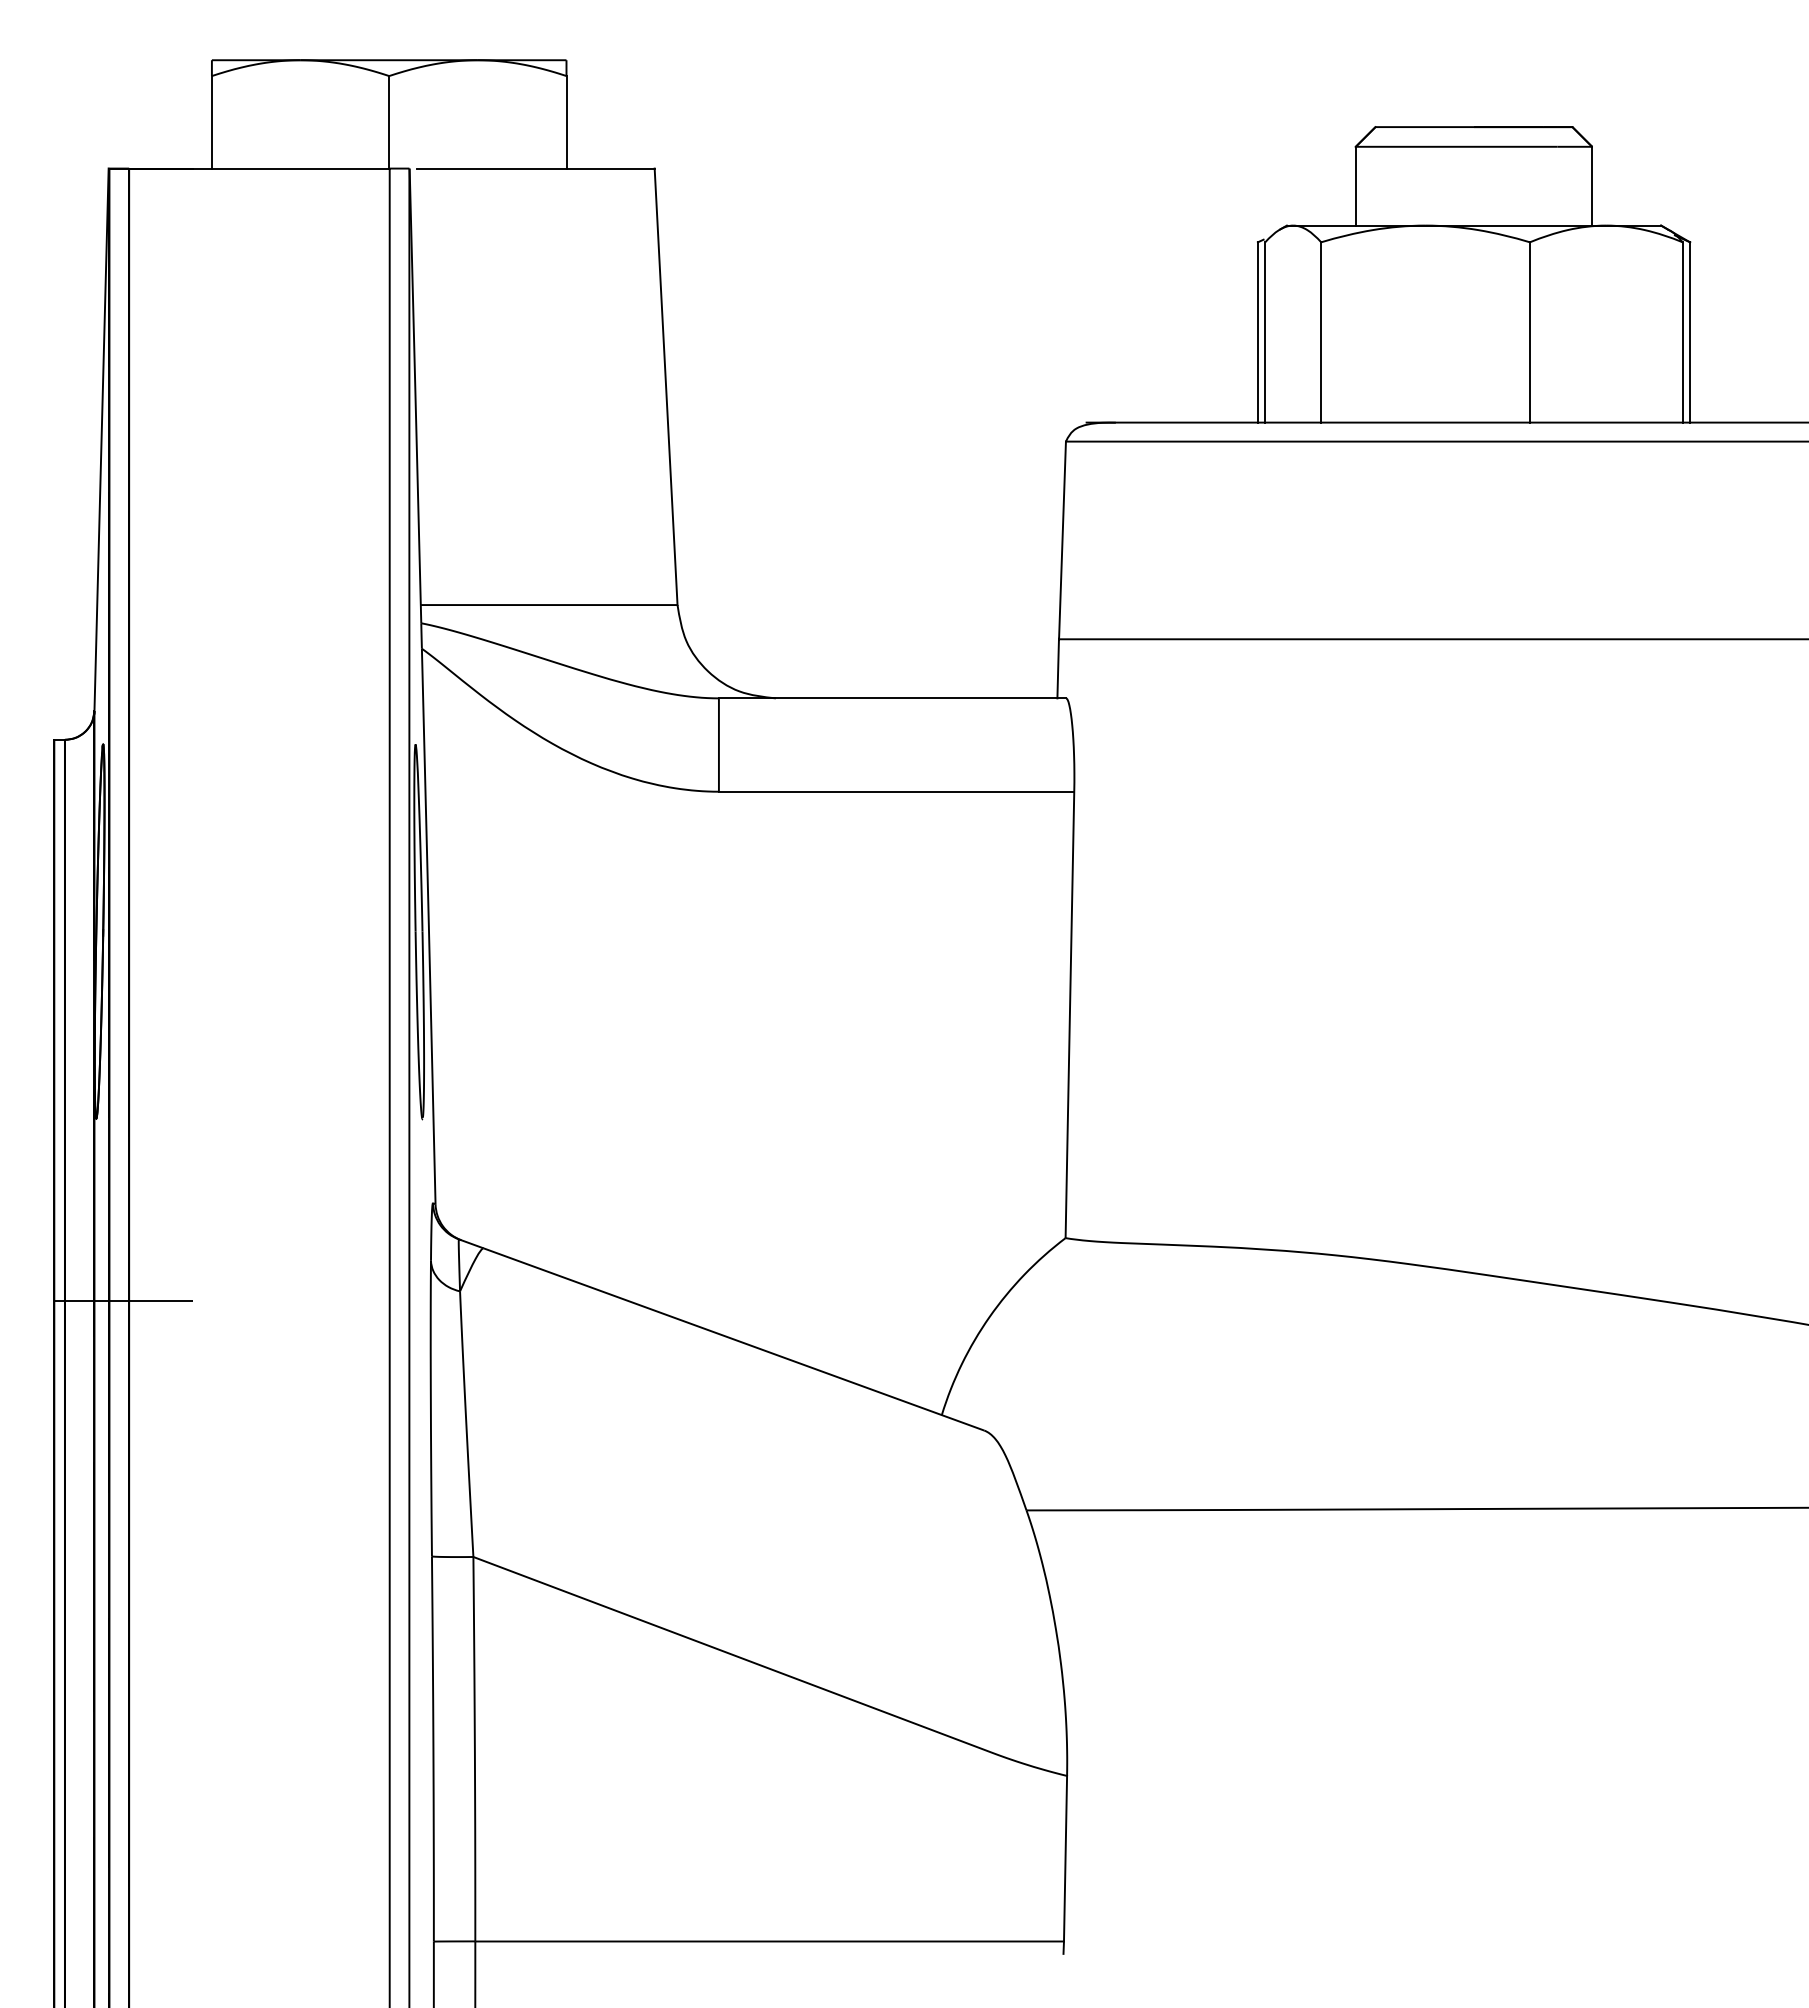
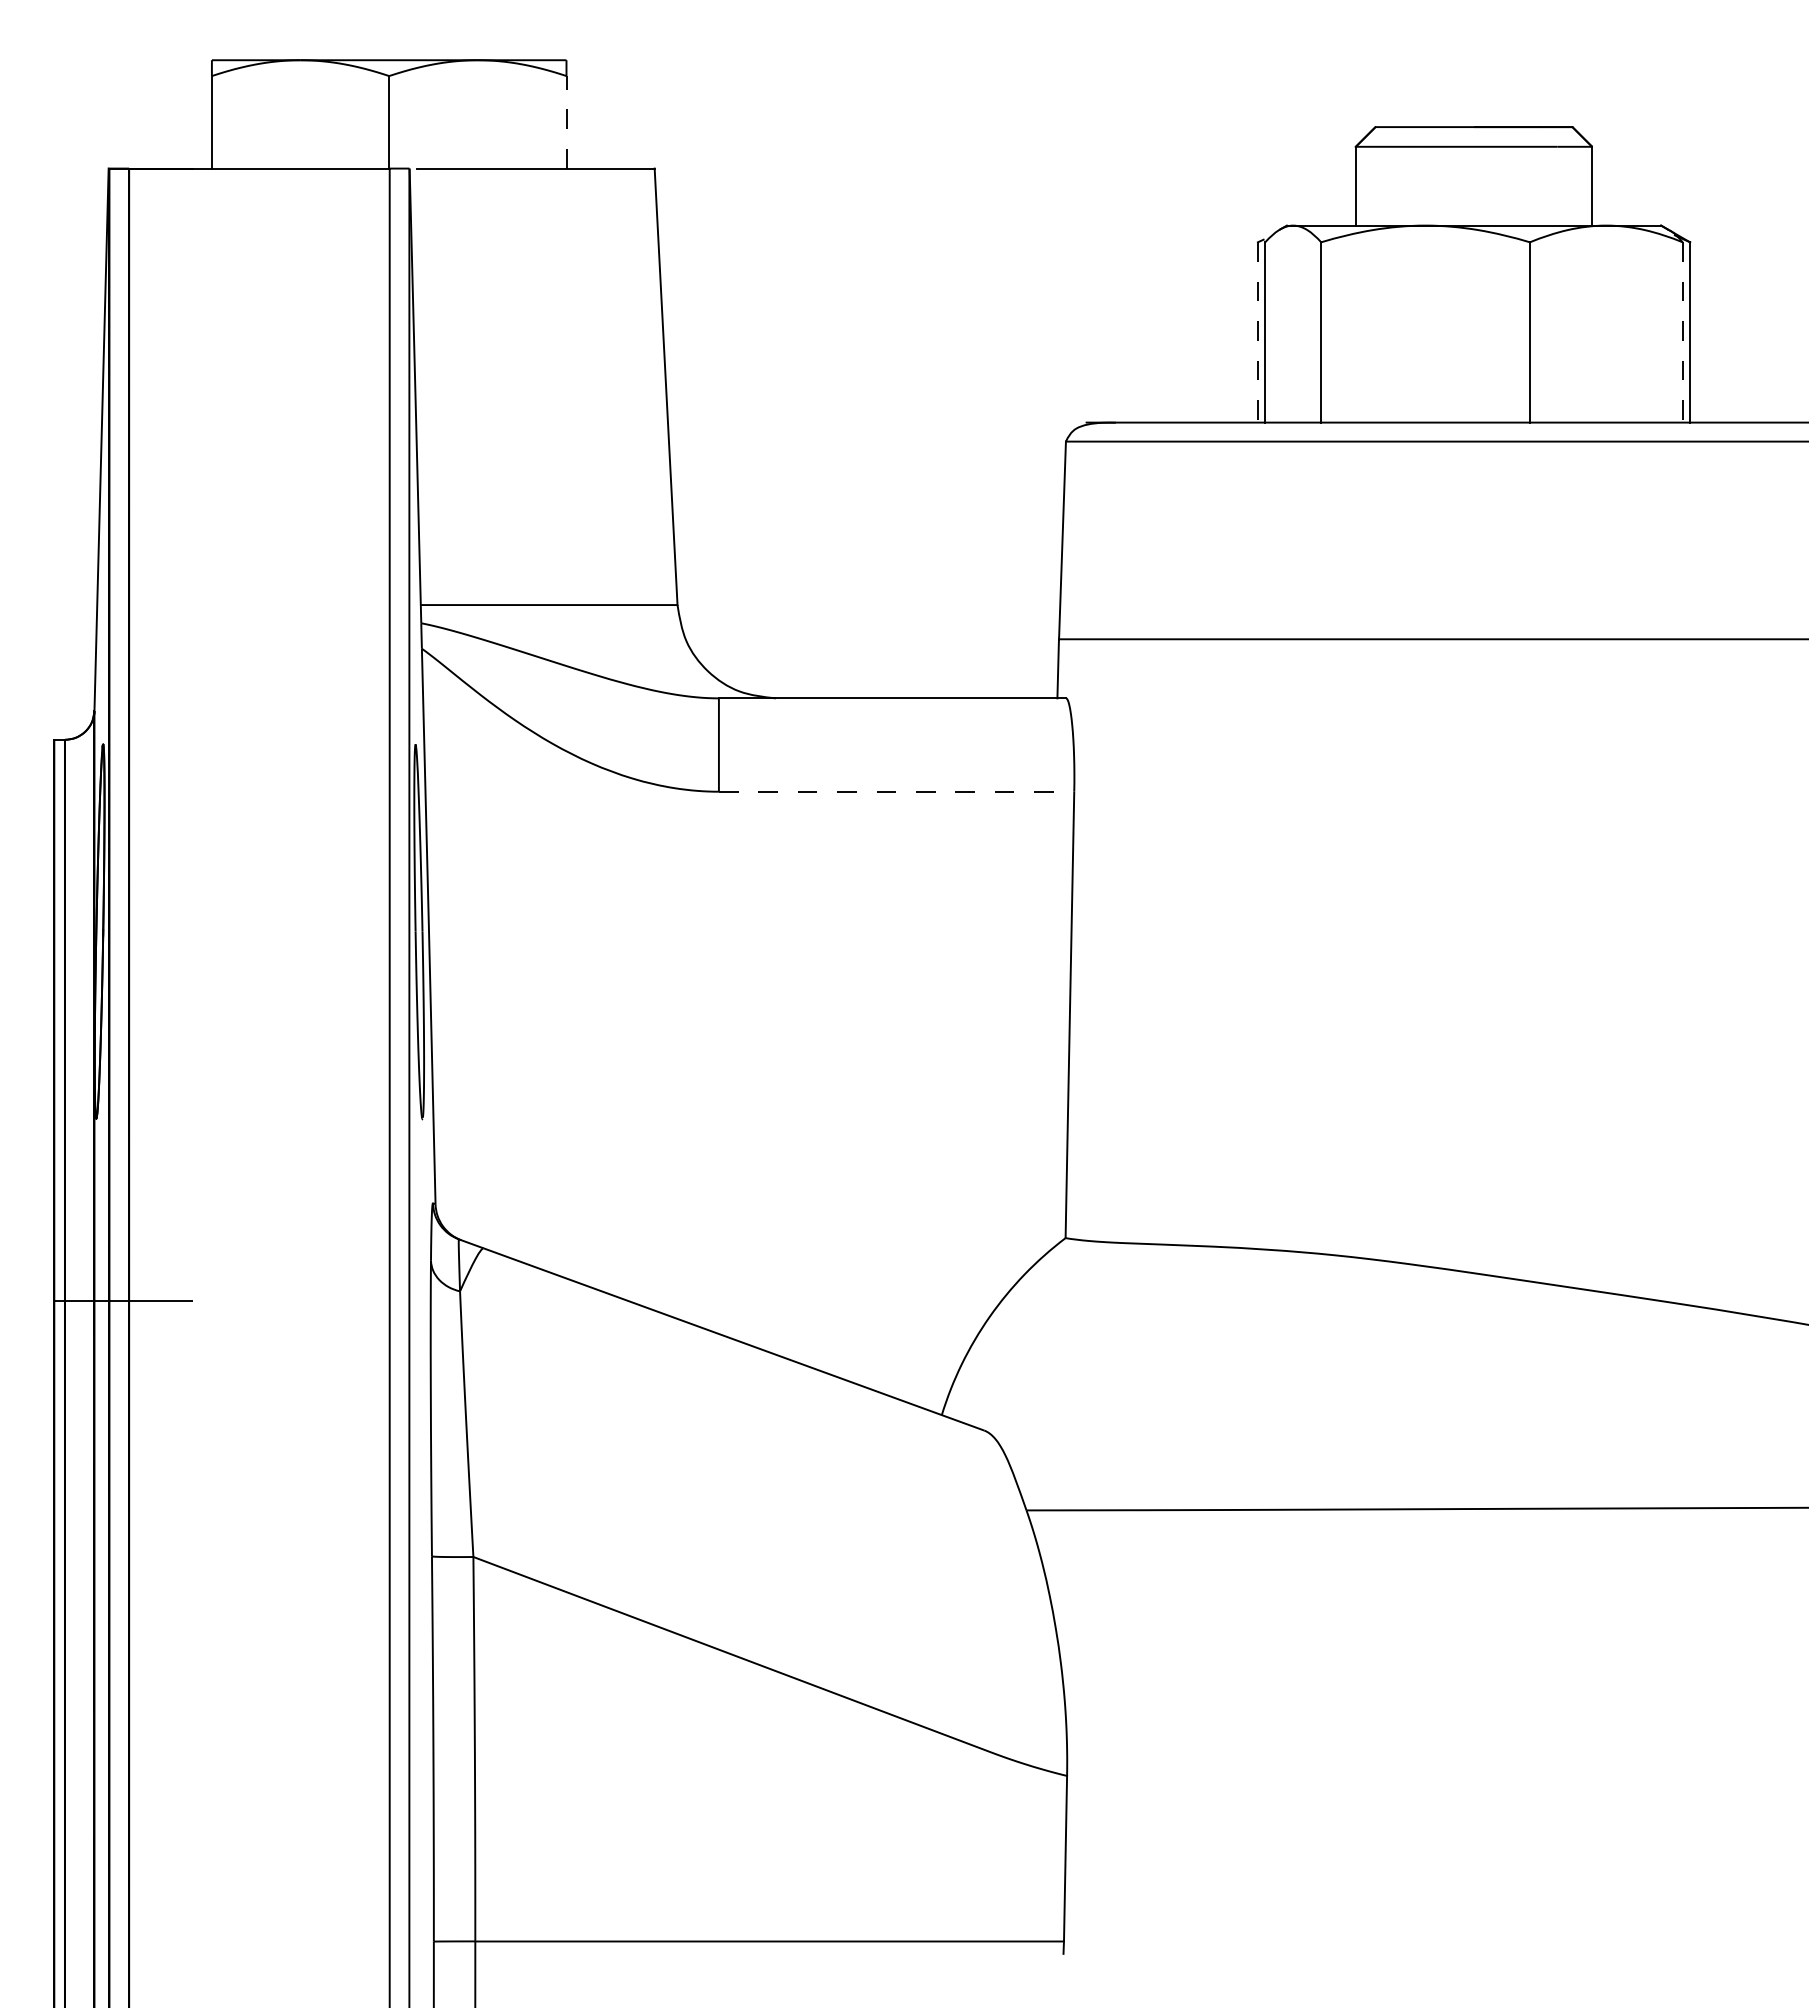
line at (566, 121): solid -> dashed
line at (1257, 332): solid -> dashed
line at (1682, 332): solid -> dashed
line at (896, 791): solid -> dashed
